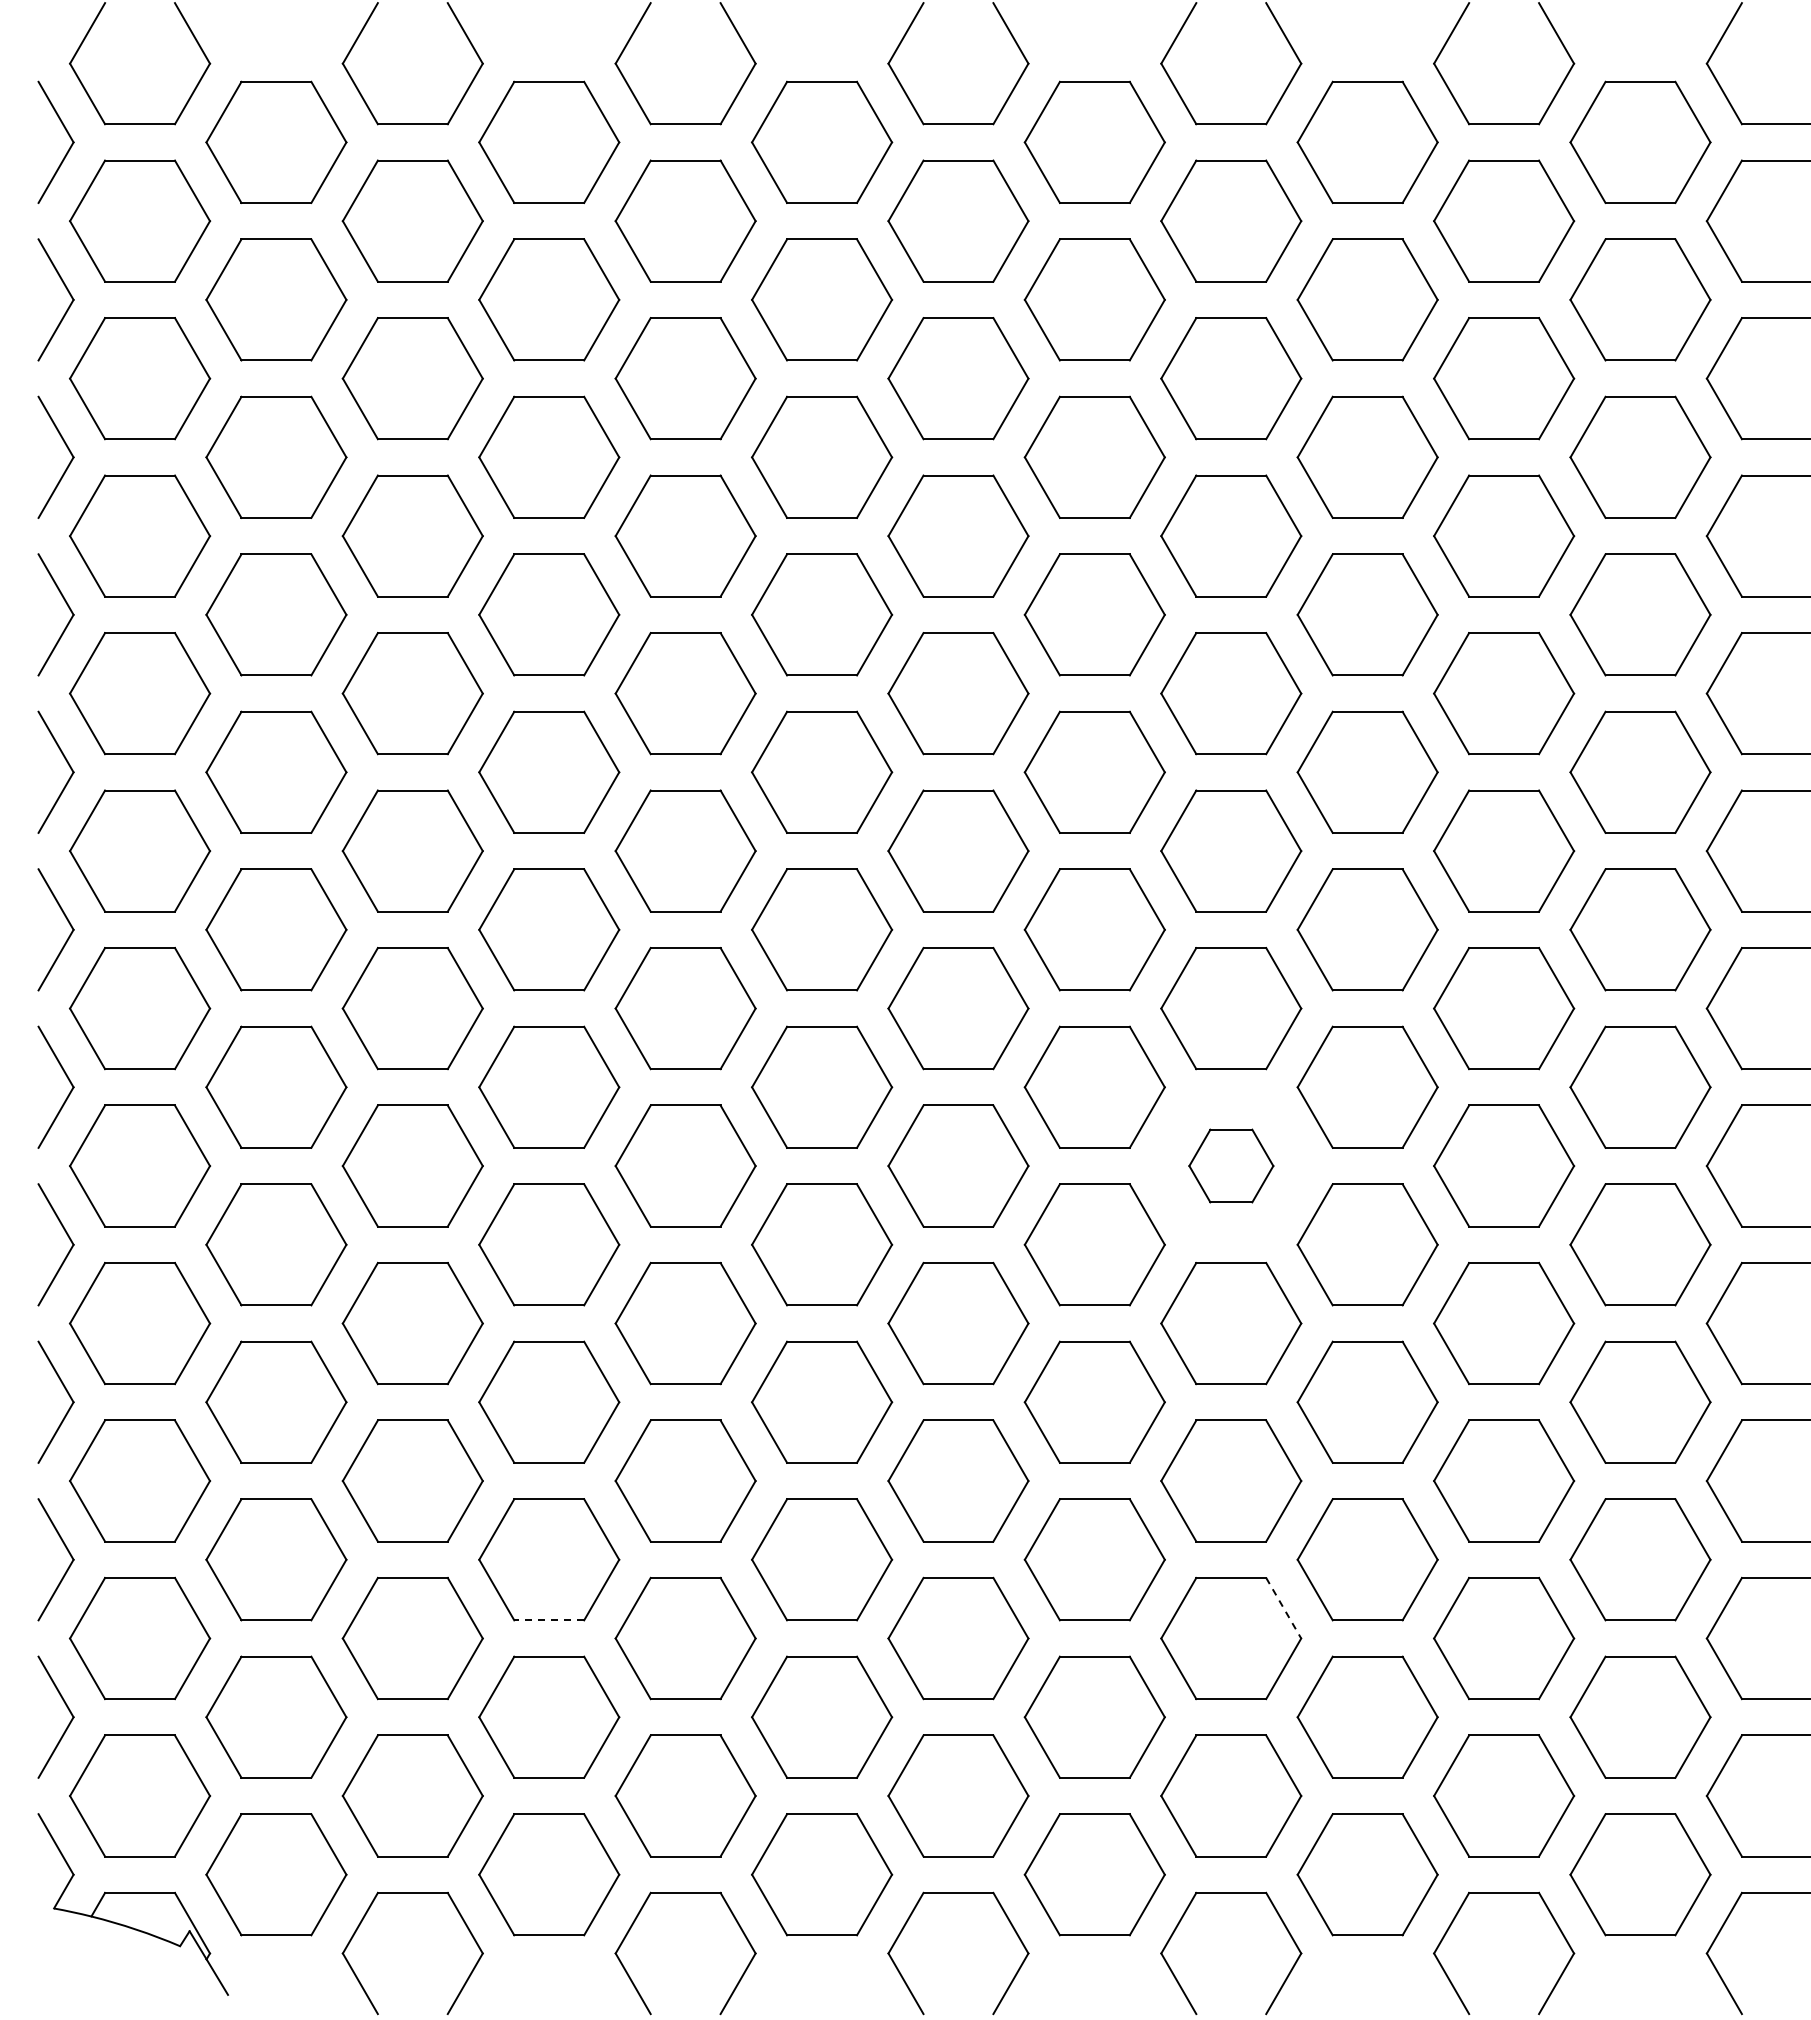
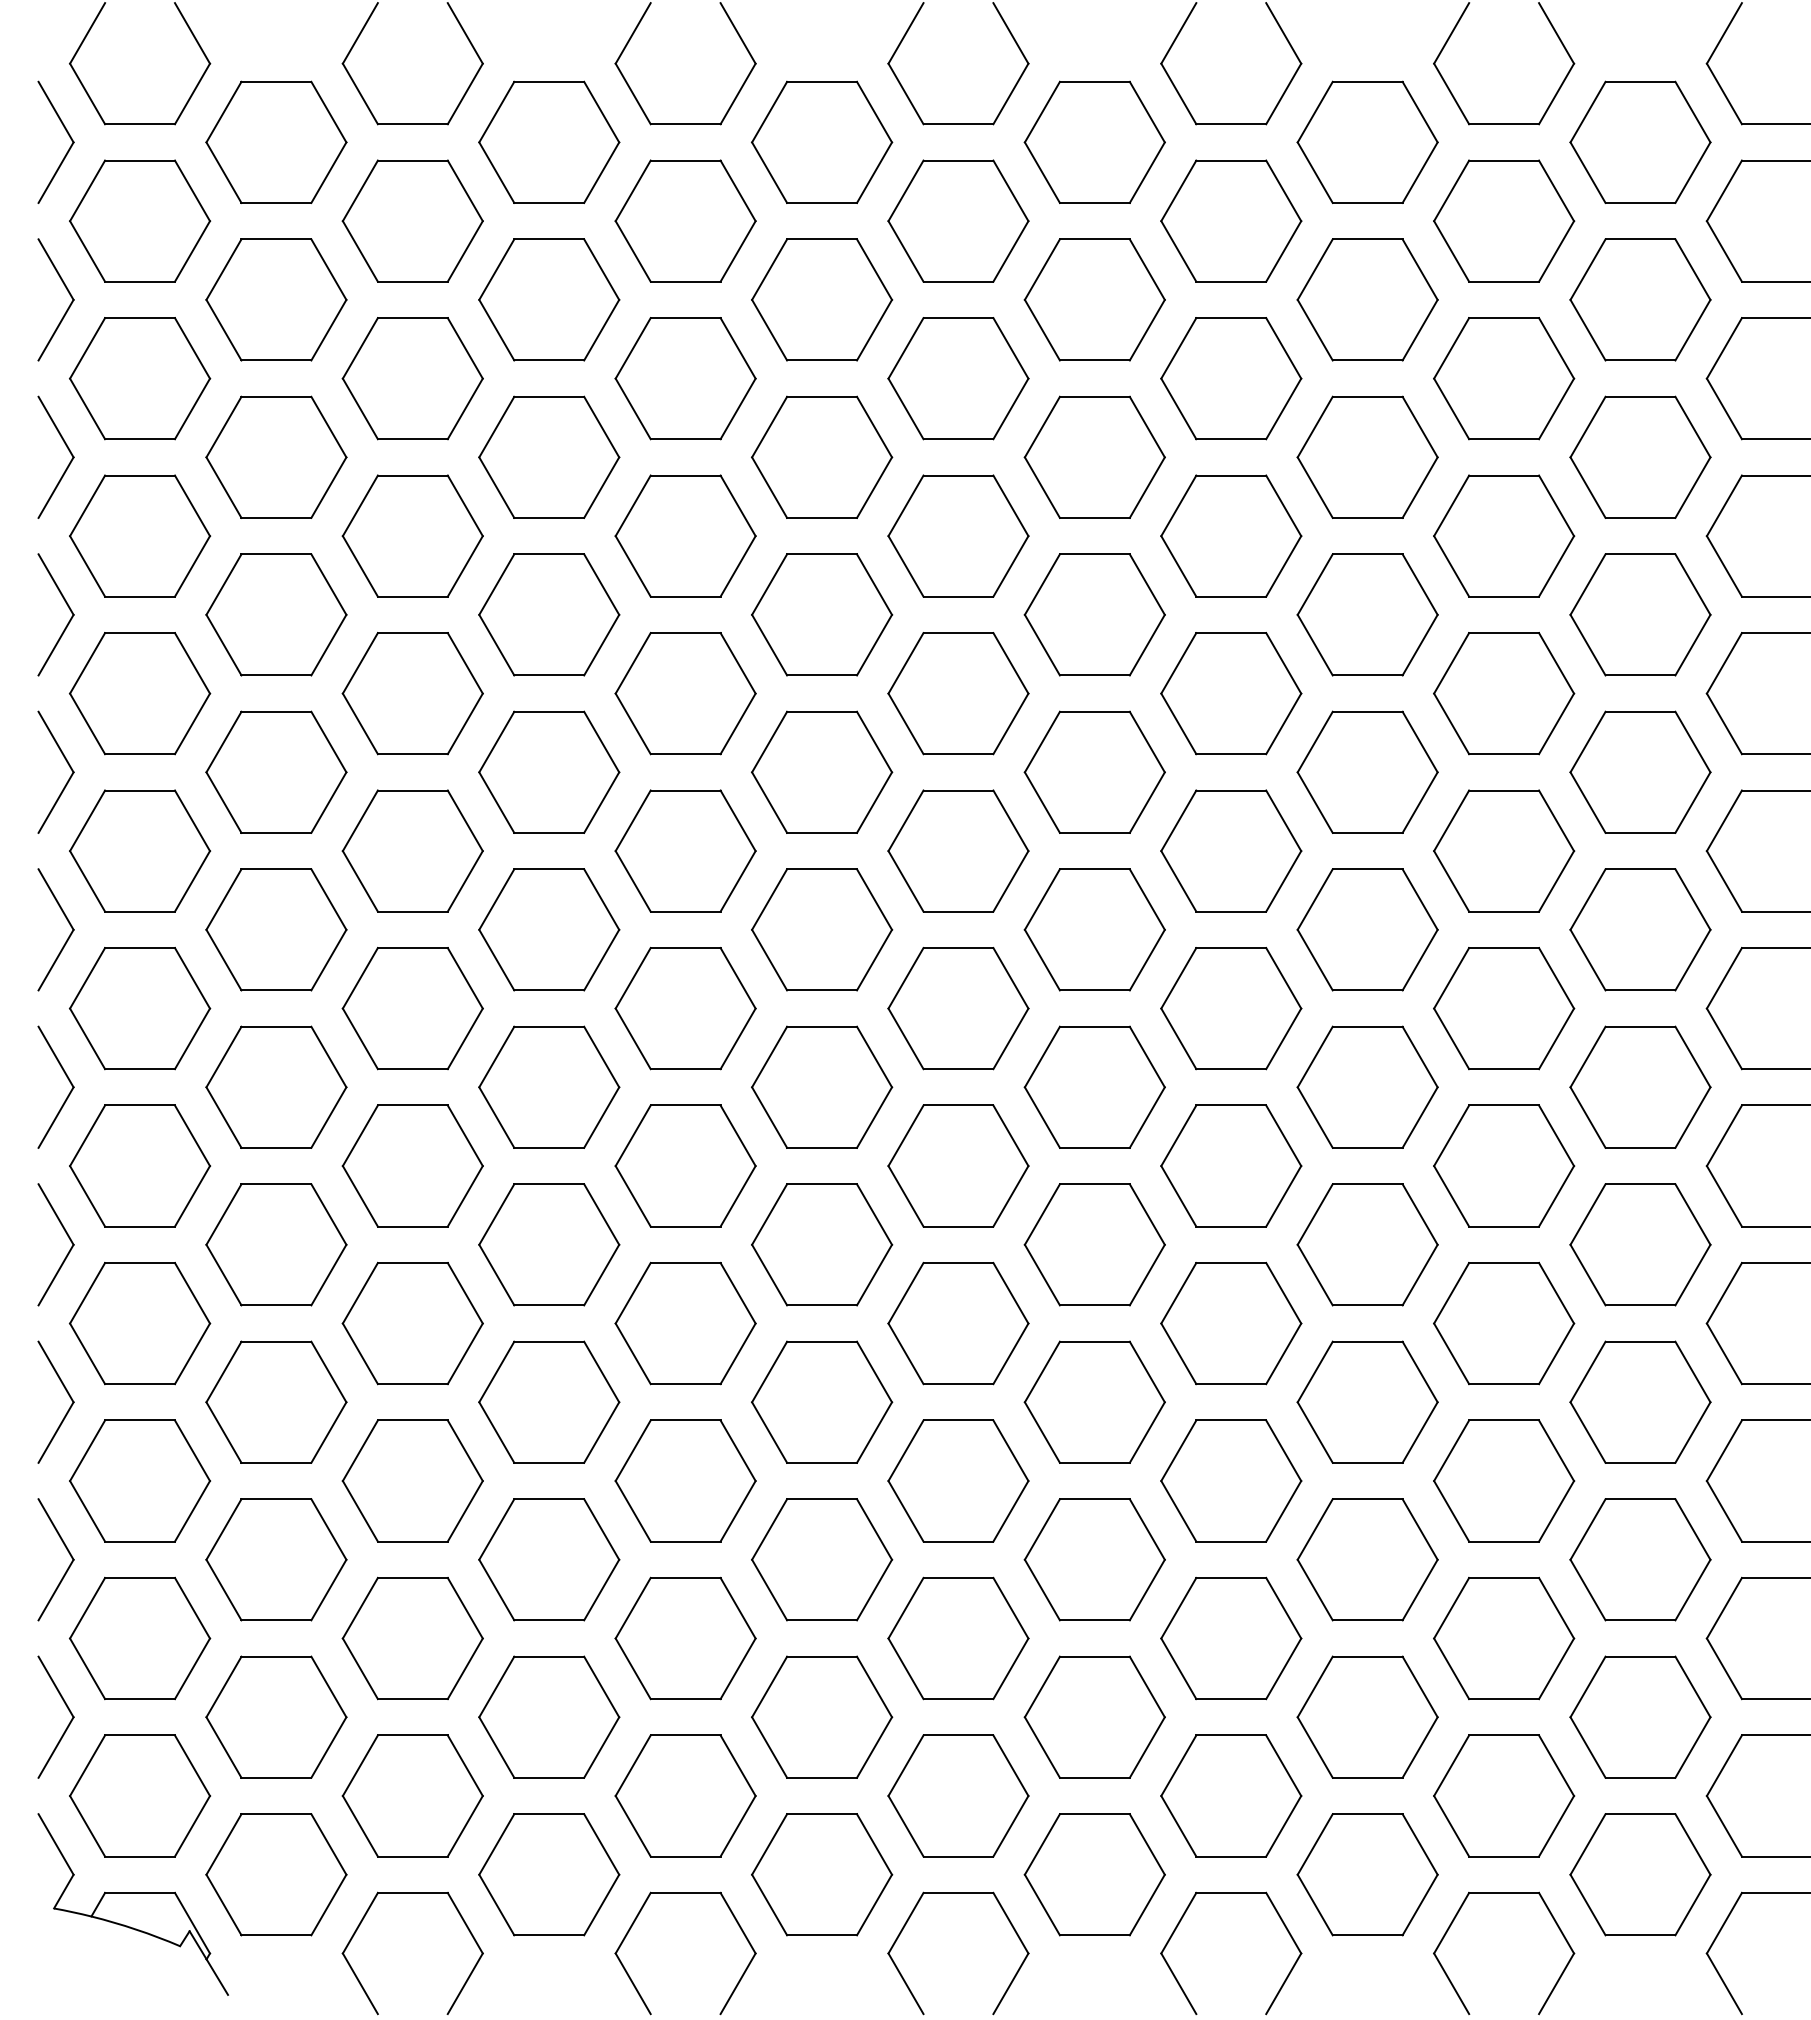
part at (1231, 1165) size: 87x76 px -> 143x124 px
line at (1283, 1608): dashed -> solid
line at (549, 1620): dashed -> solid
